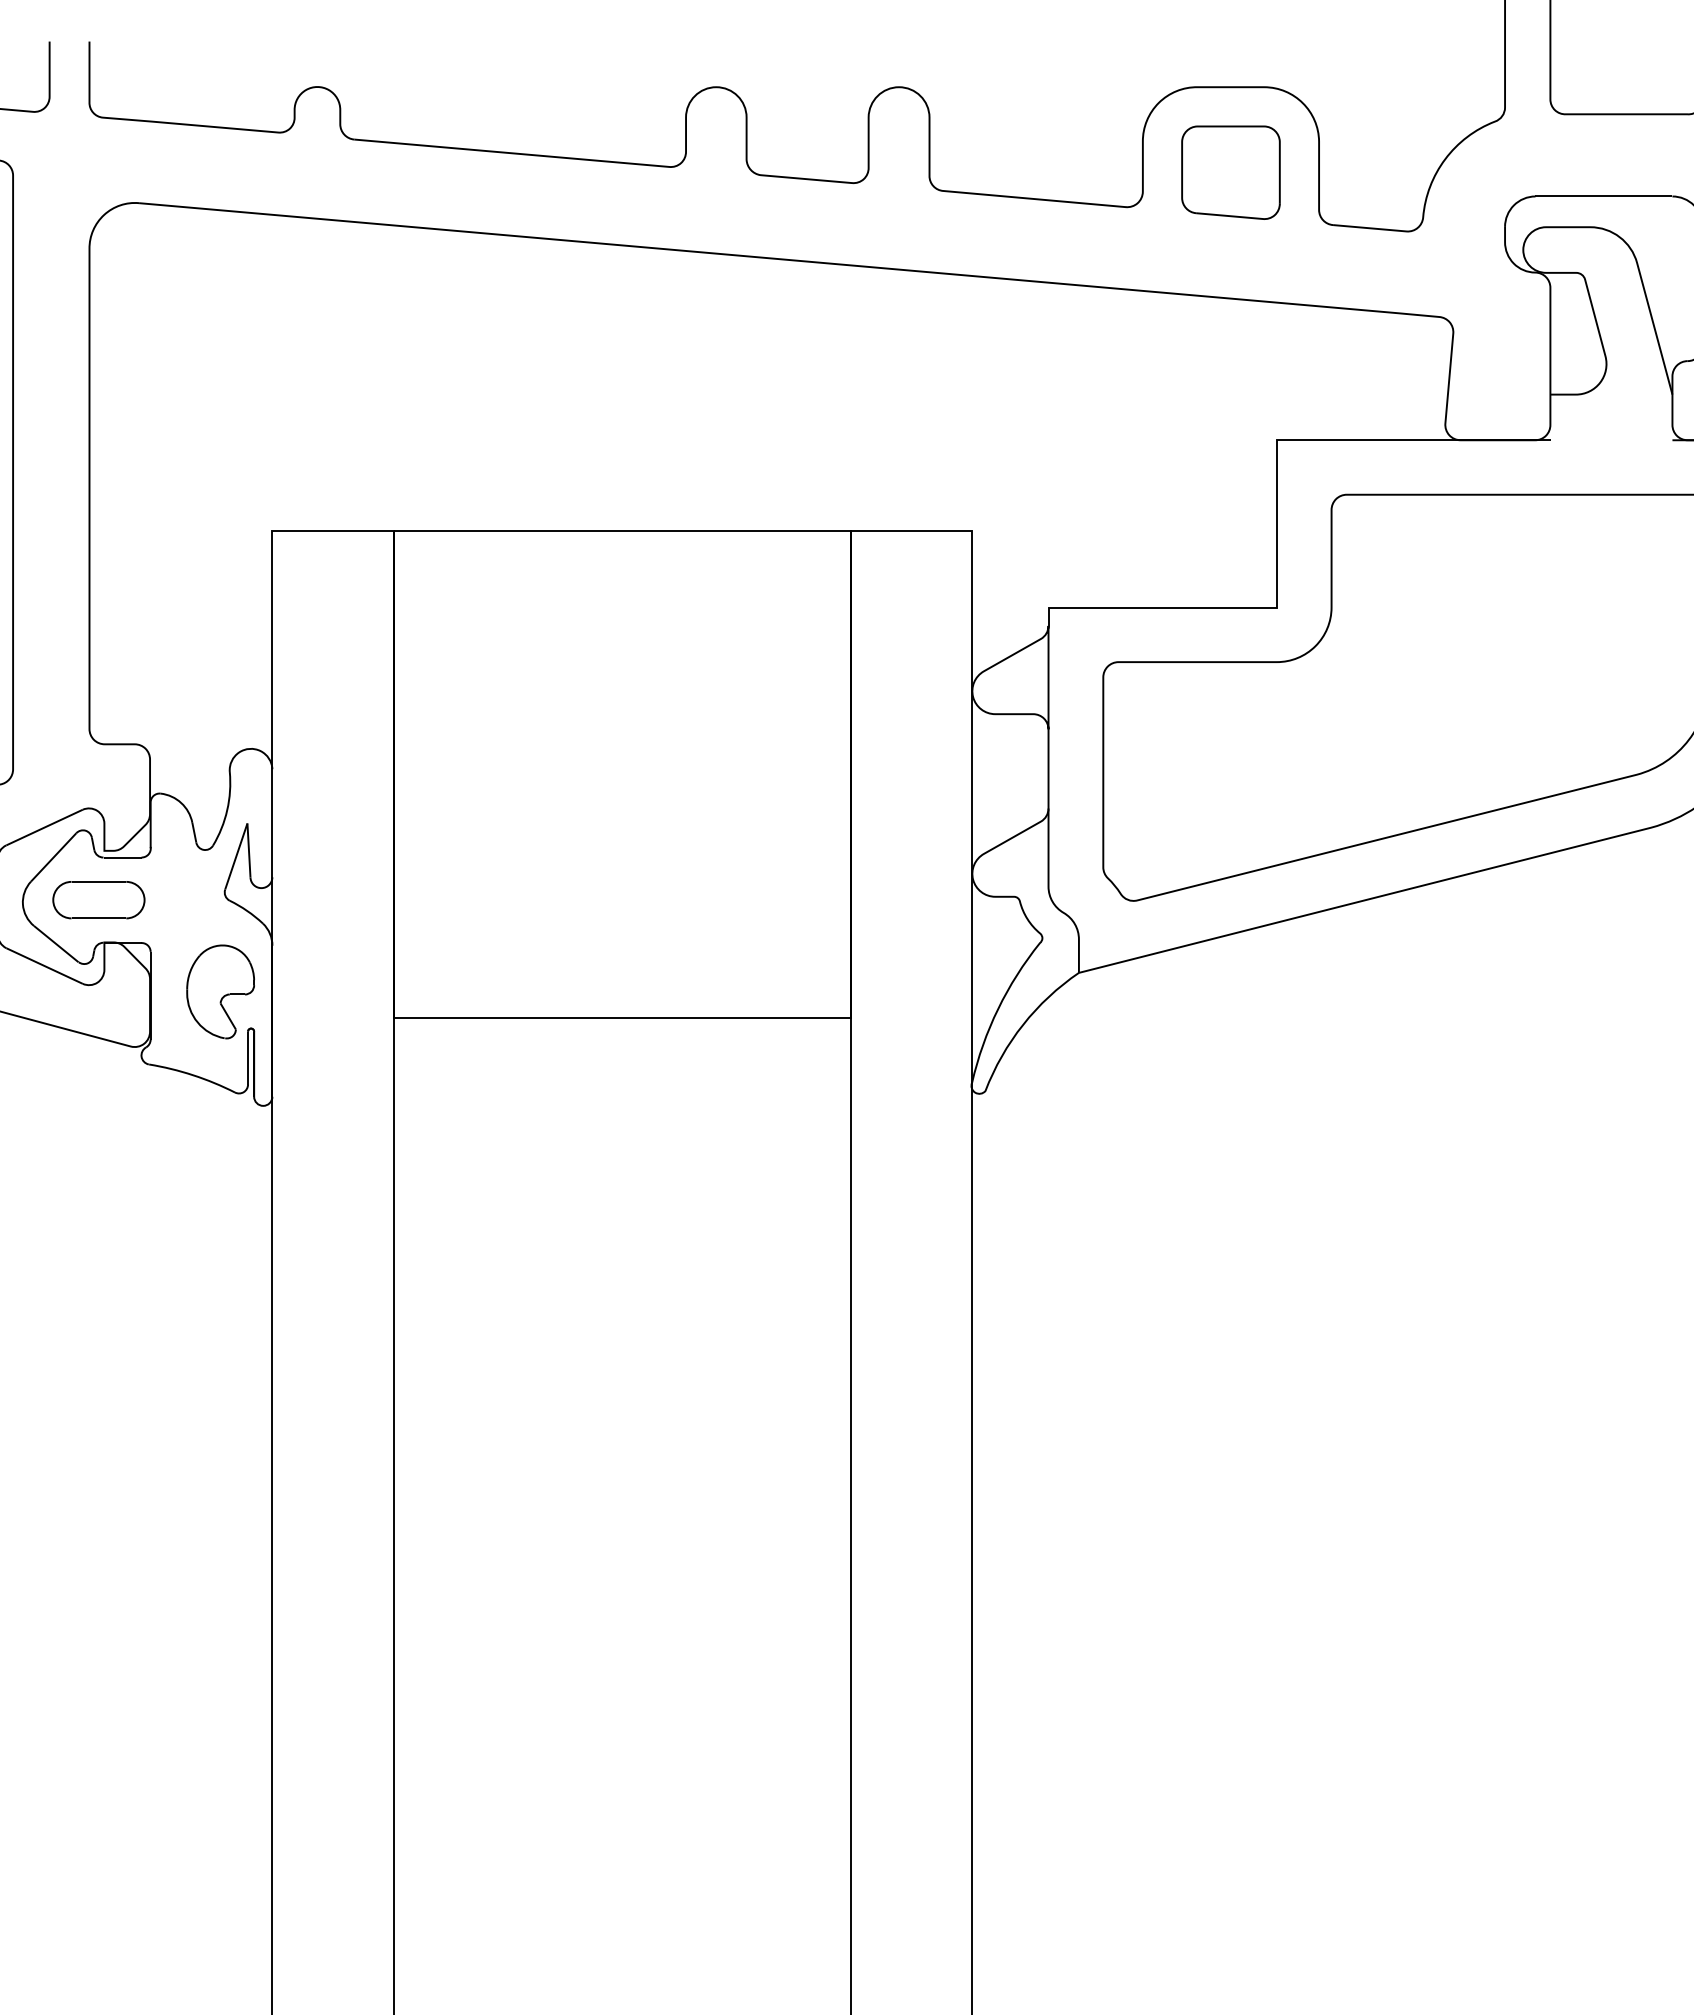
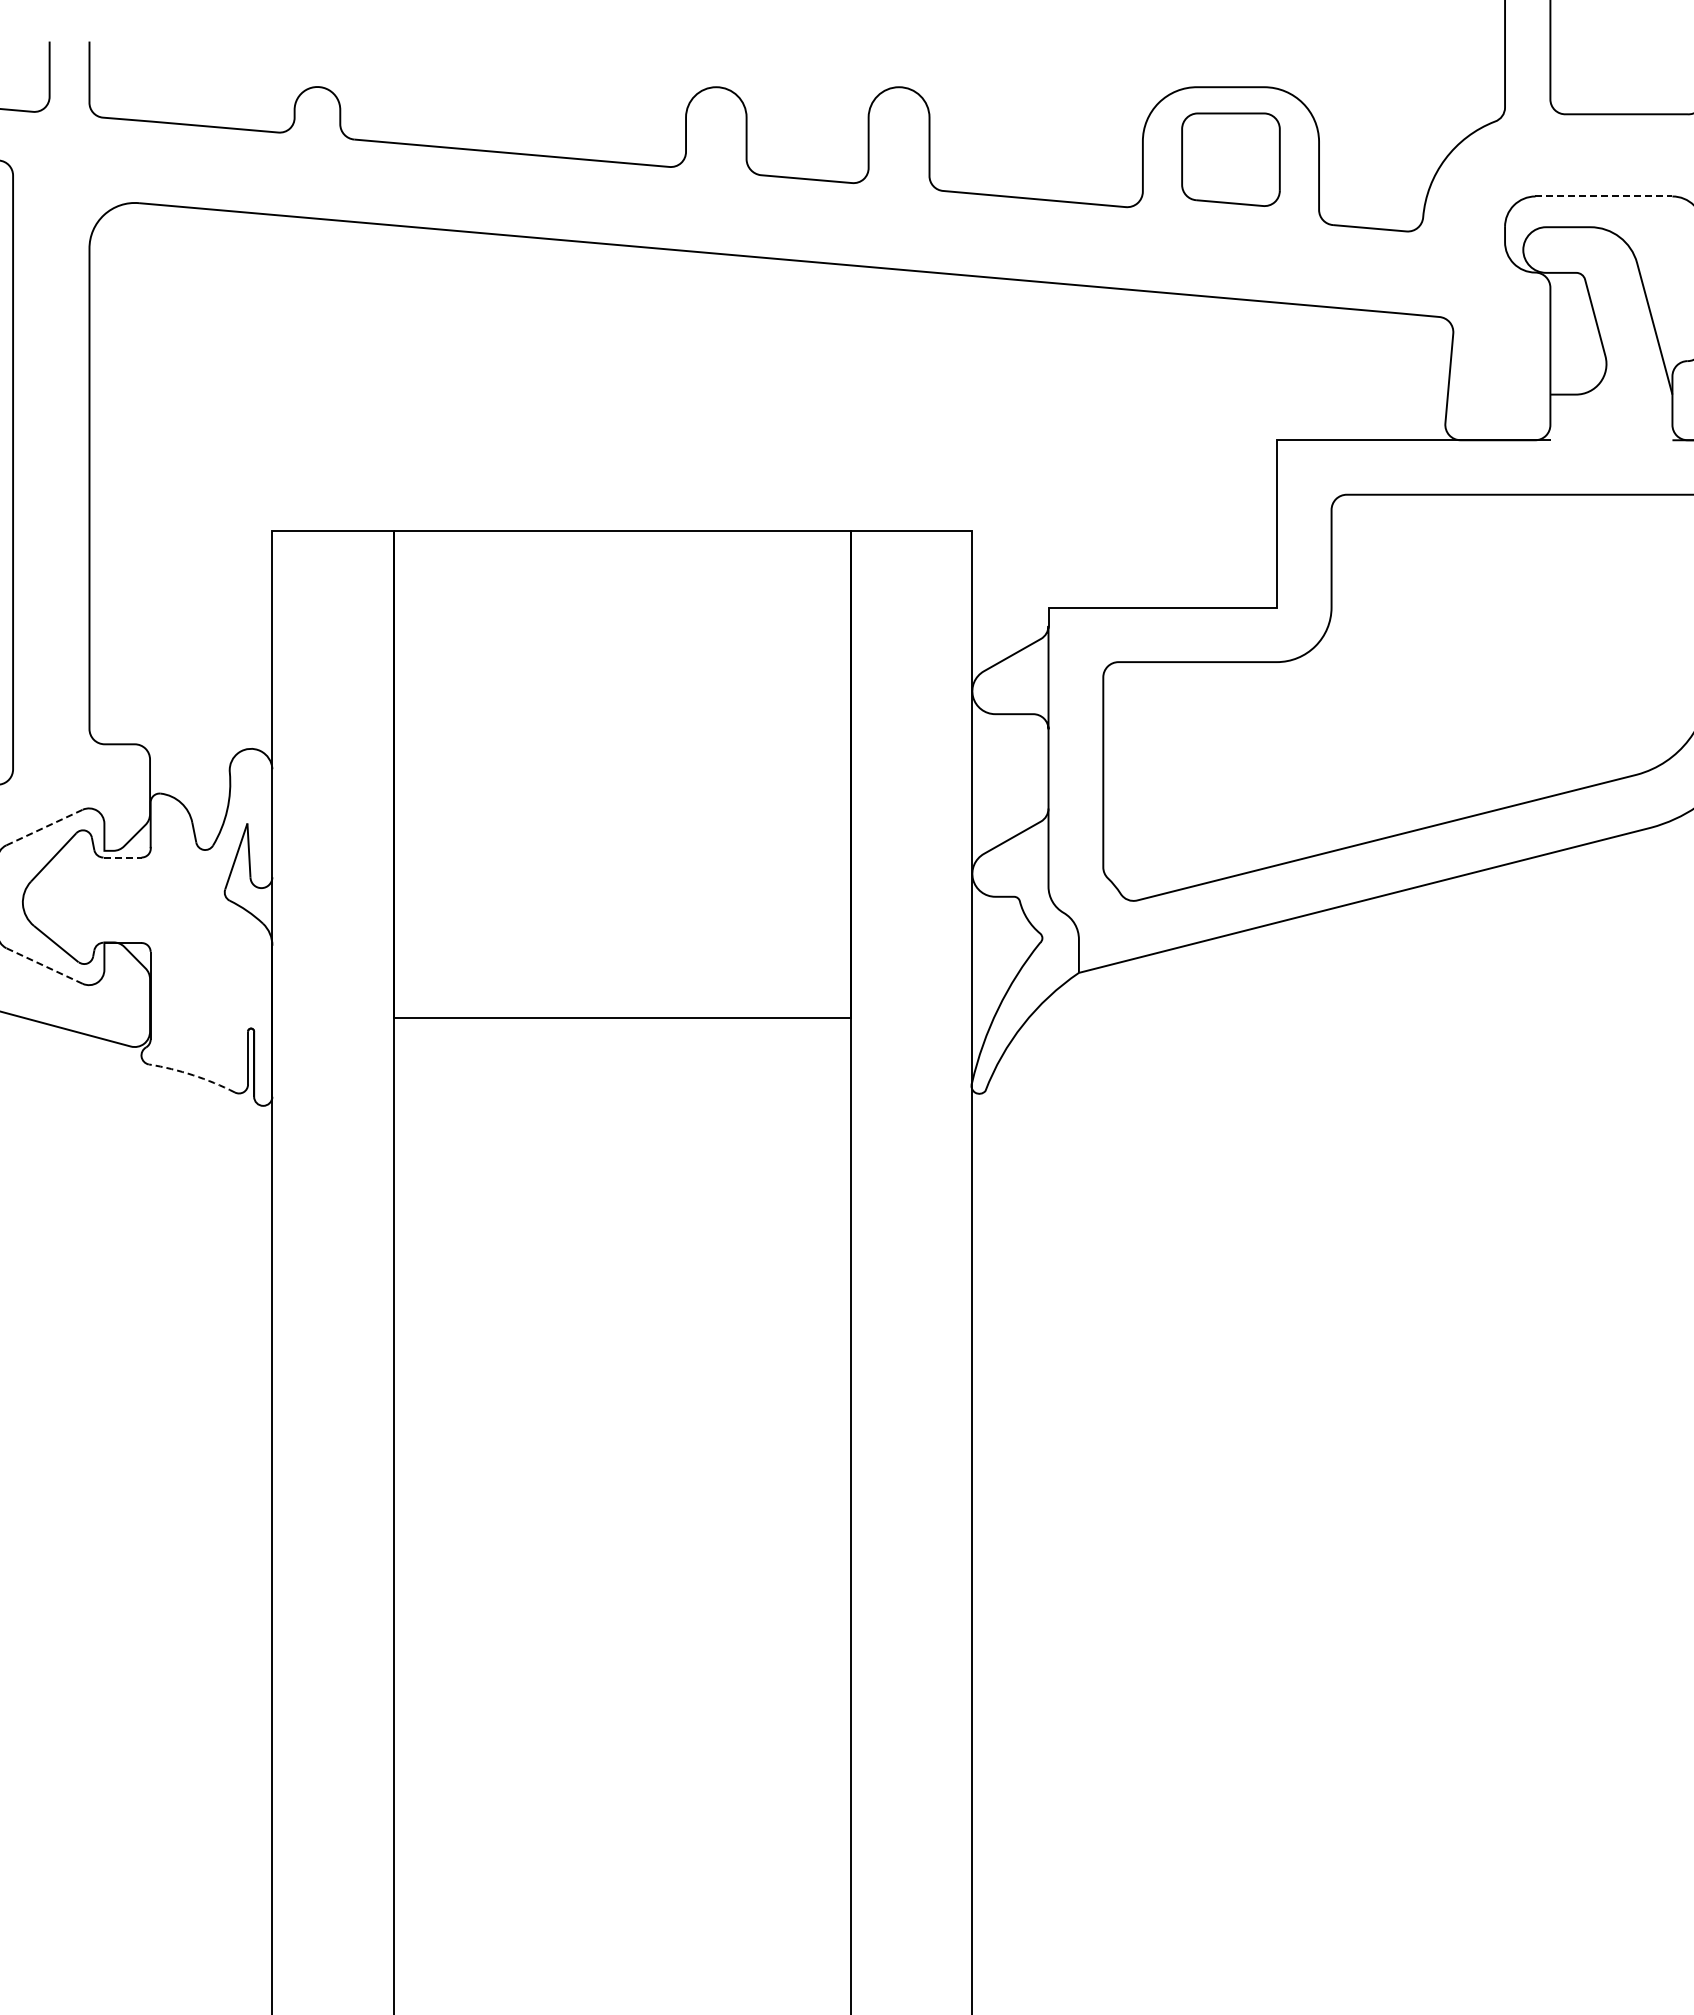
part at (1230, 172) position: (1230, 172) -> (1230, 159)
line at (1604, 196): solid -> dashed
line at (45, 827): solid -> dashed
line at (123, 857): solid -> dashed
part at (98, 900): present -> none
line at (44, 965): solid -> dashed
part at (220, 991): present -> none
line at (193, 1075): solid -> dashed
